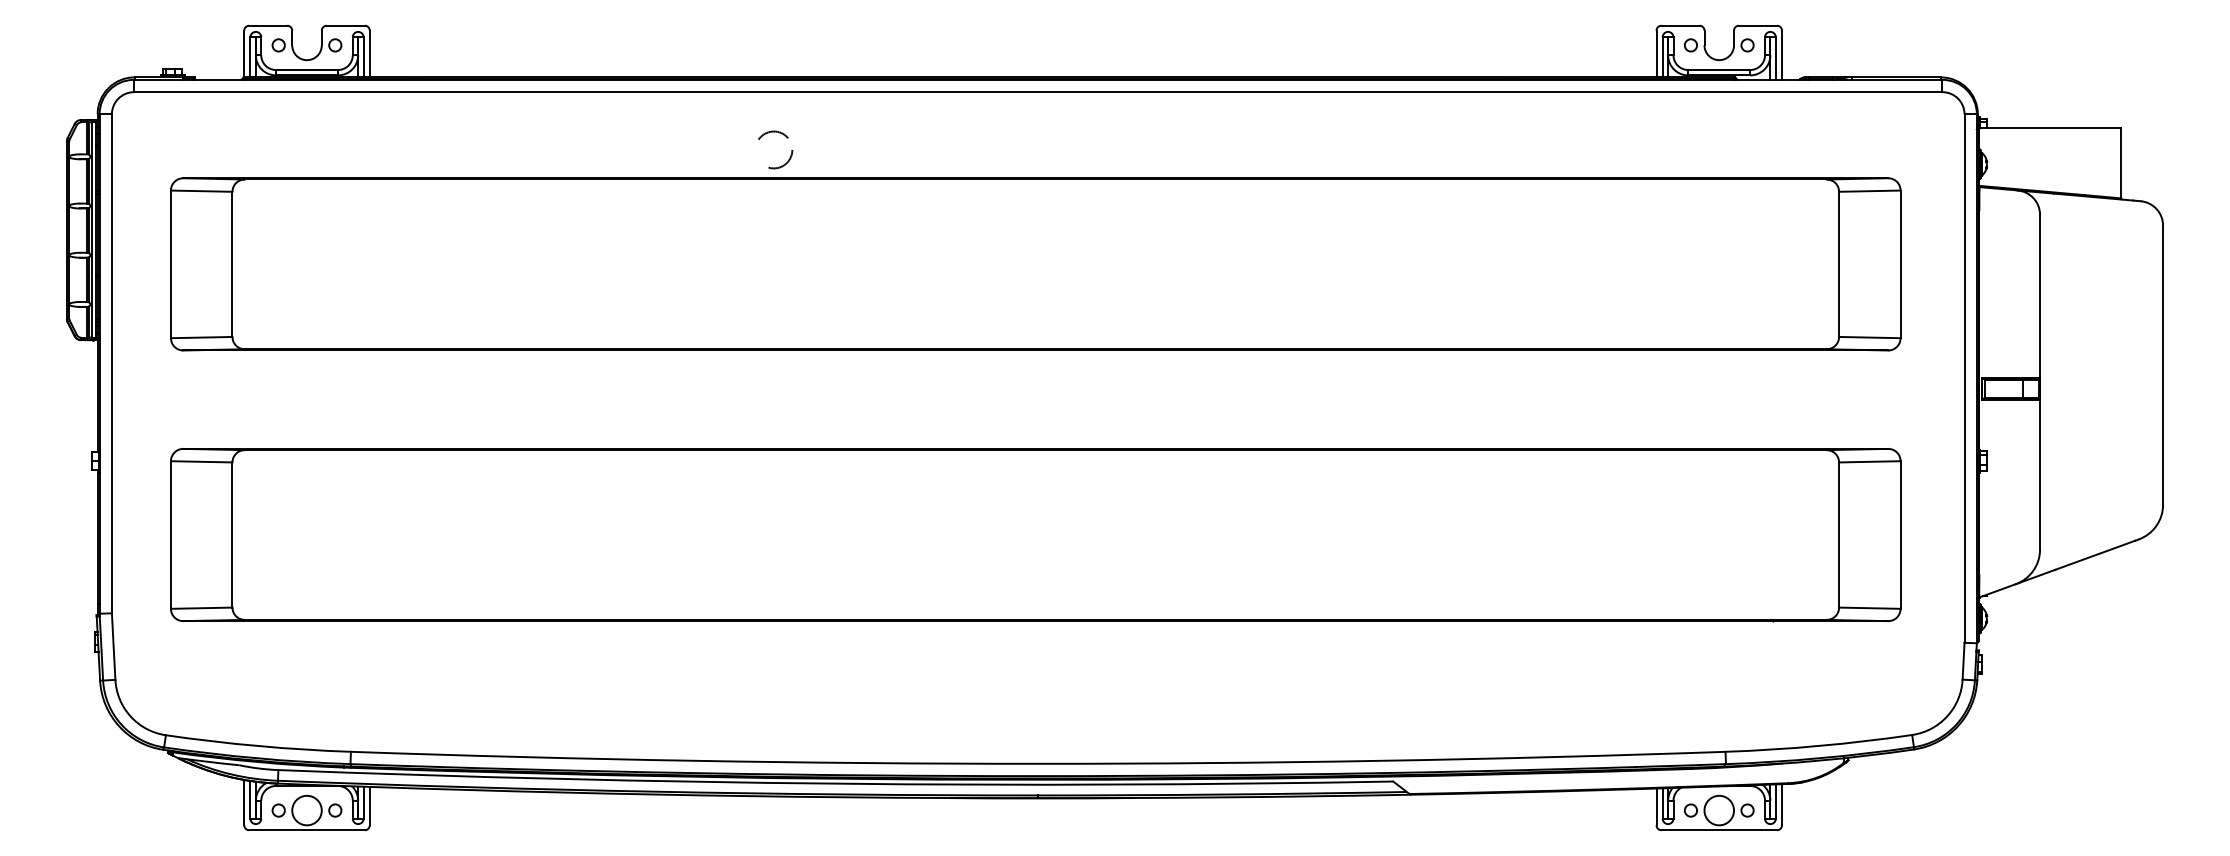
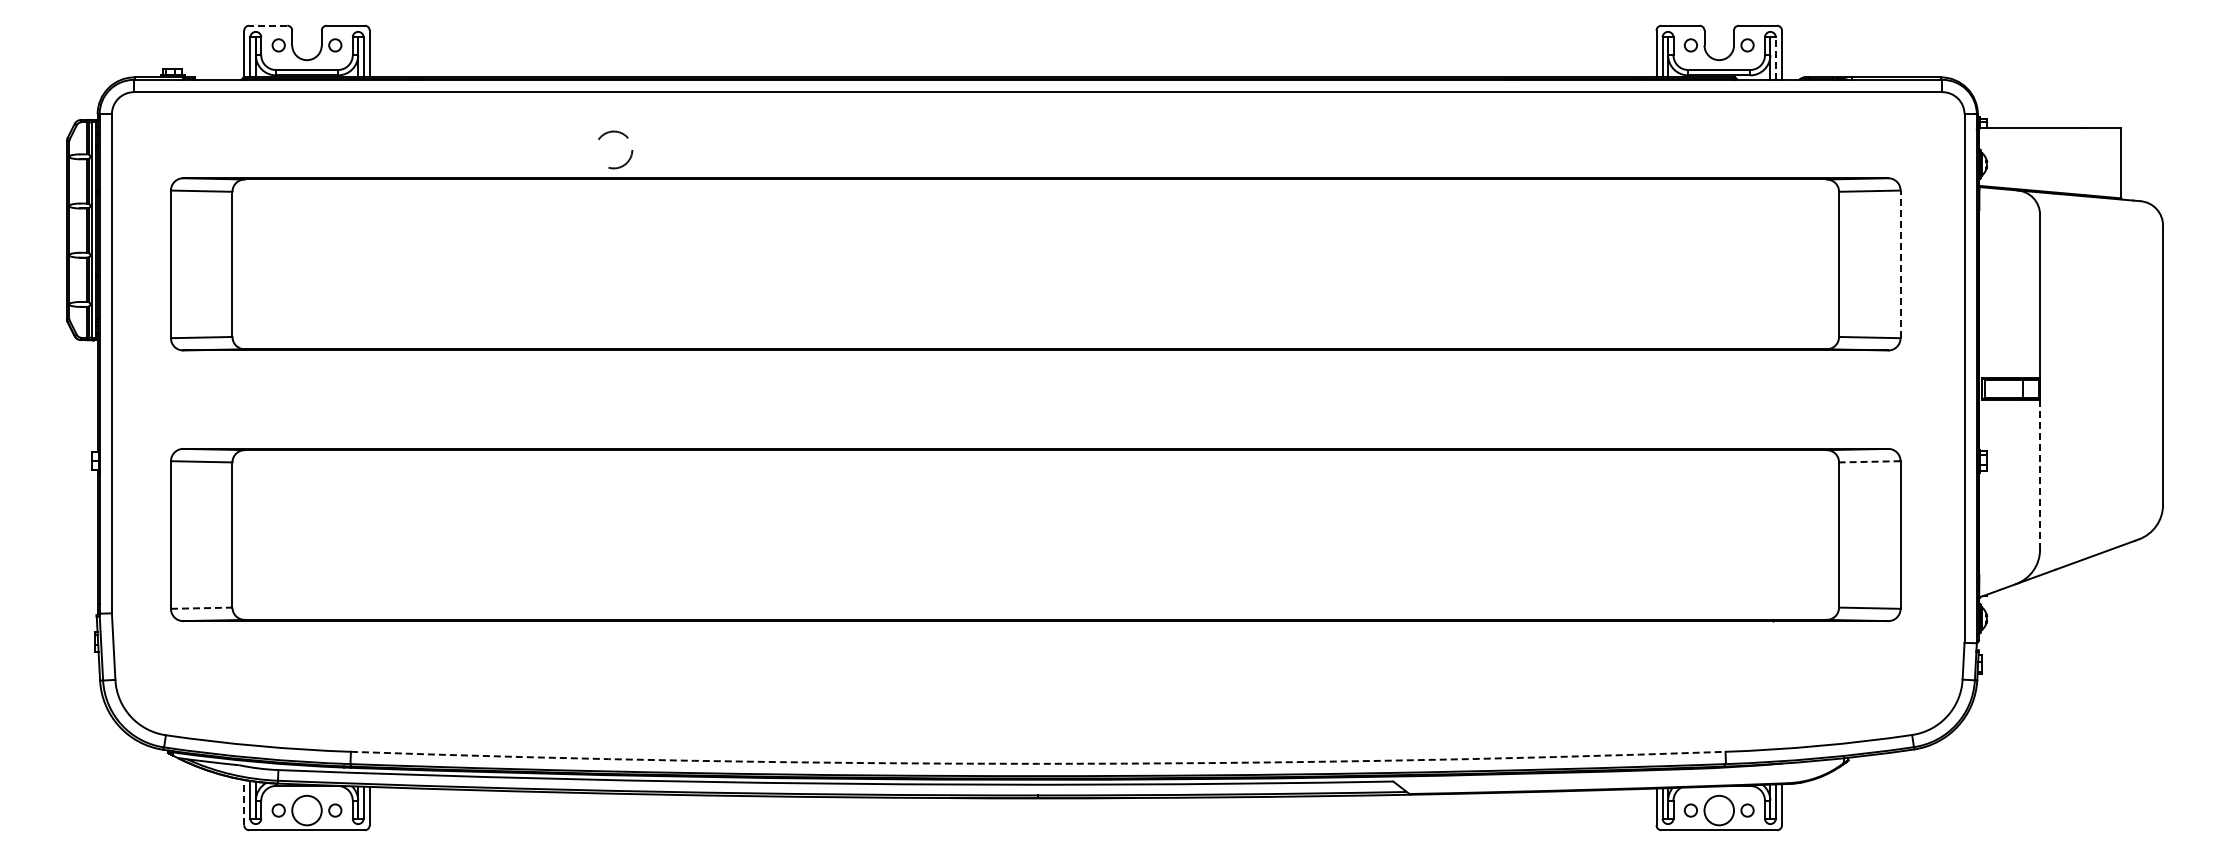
line at (267, 25): solid -> dashed
line at (1775, 58): solid -> dashed
circle at (775, 149) position: (775, 149) -> (615, 149)
line at (1900, 264): solid -> dashed
line at (1869, 461): solid -> dashed
line at (2040, 474): solid -> dashed
line at (201, 608): solid -> dashed
arc at (1038, 763): solid -> dashed
line at (244, 802): solid -> dashed
